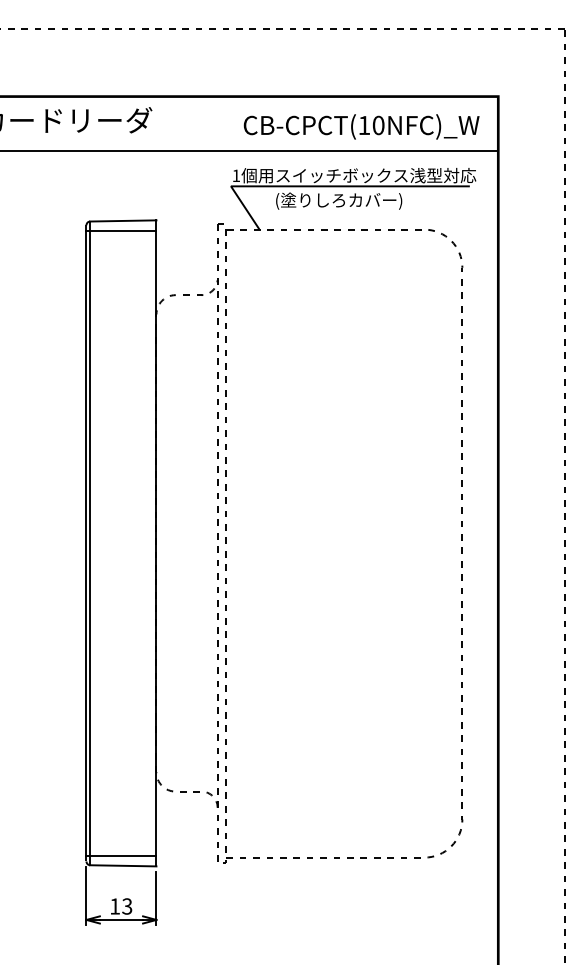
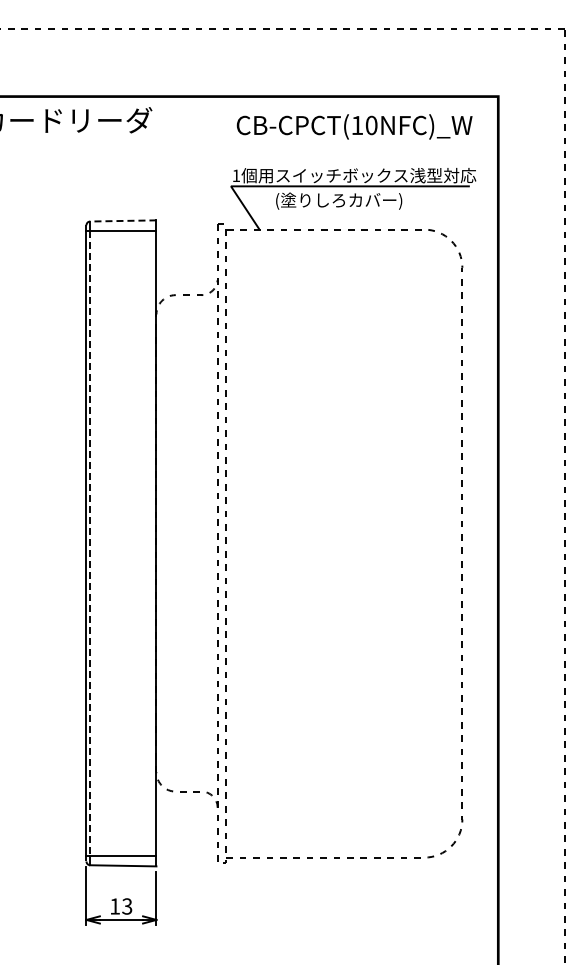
text at (361, 126) position: (361, 126) -> (354, 126)
line at (250, 150): present -> none
line at (122, 220): solid -> dashed
line at (90, 543): solid -> dashed
